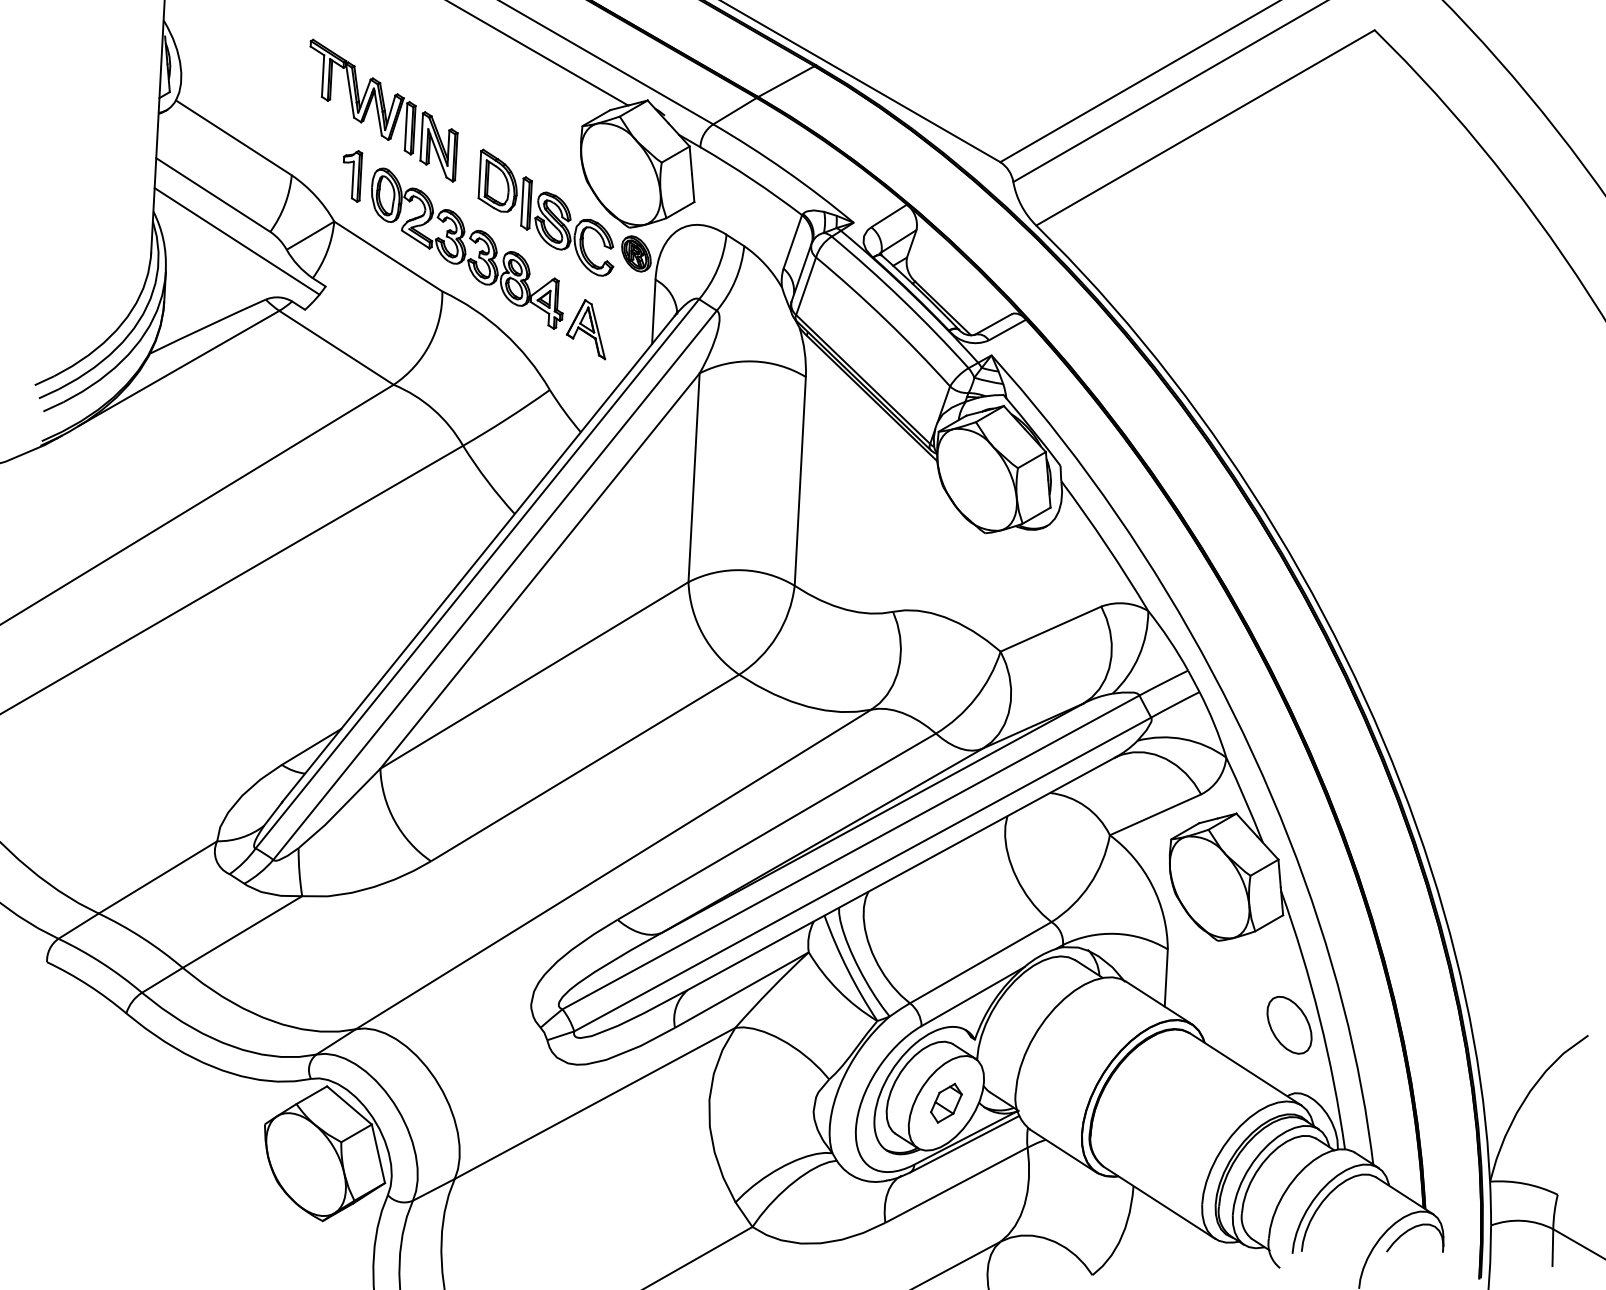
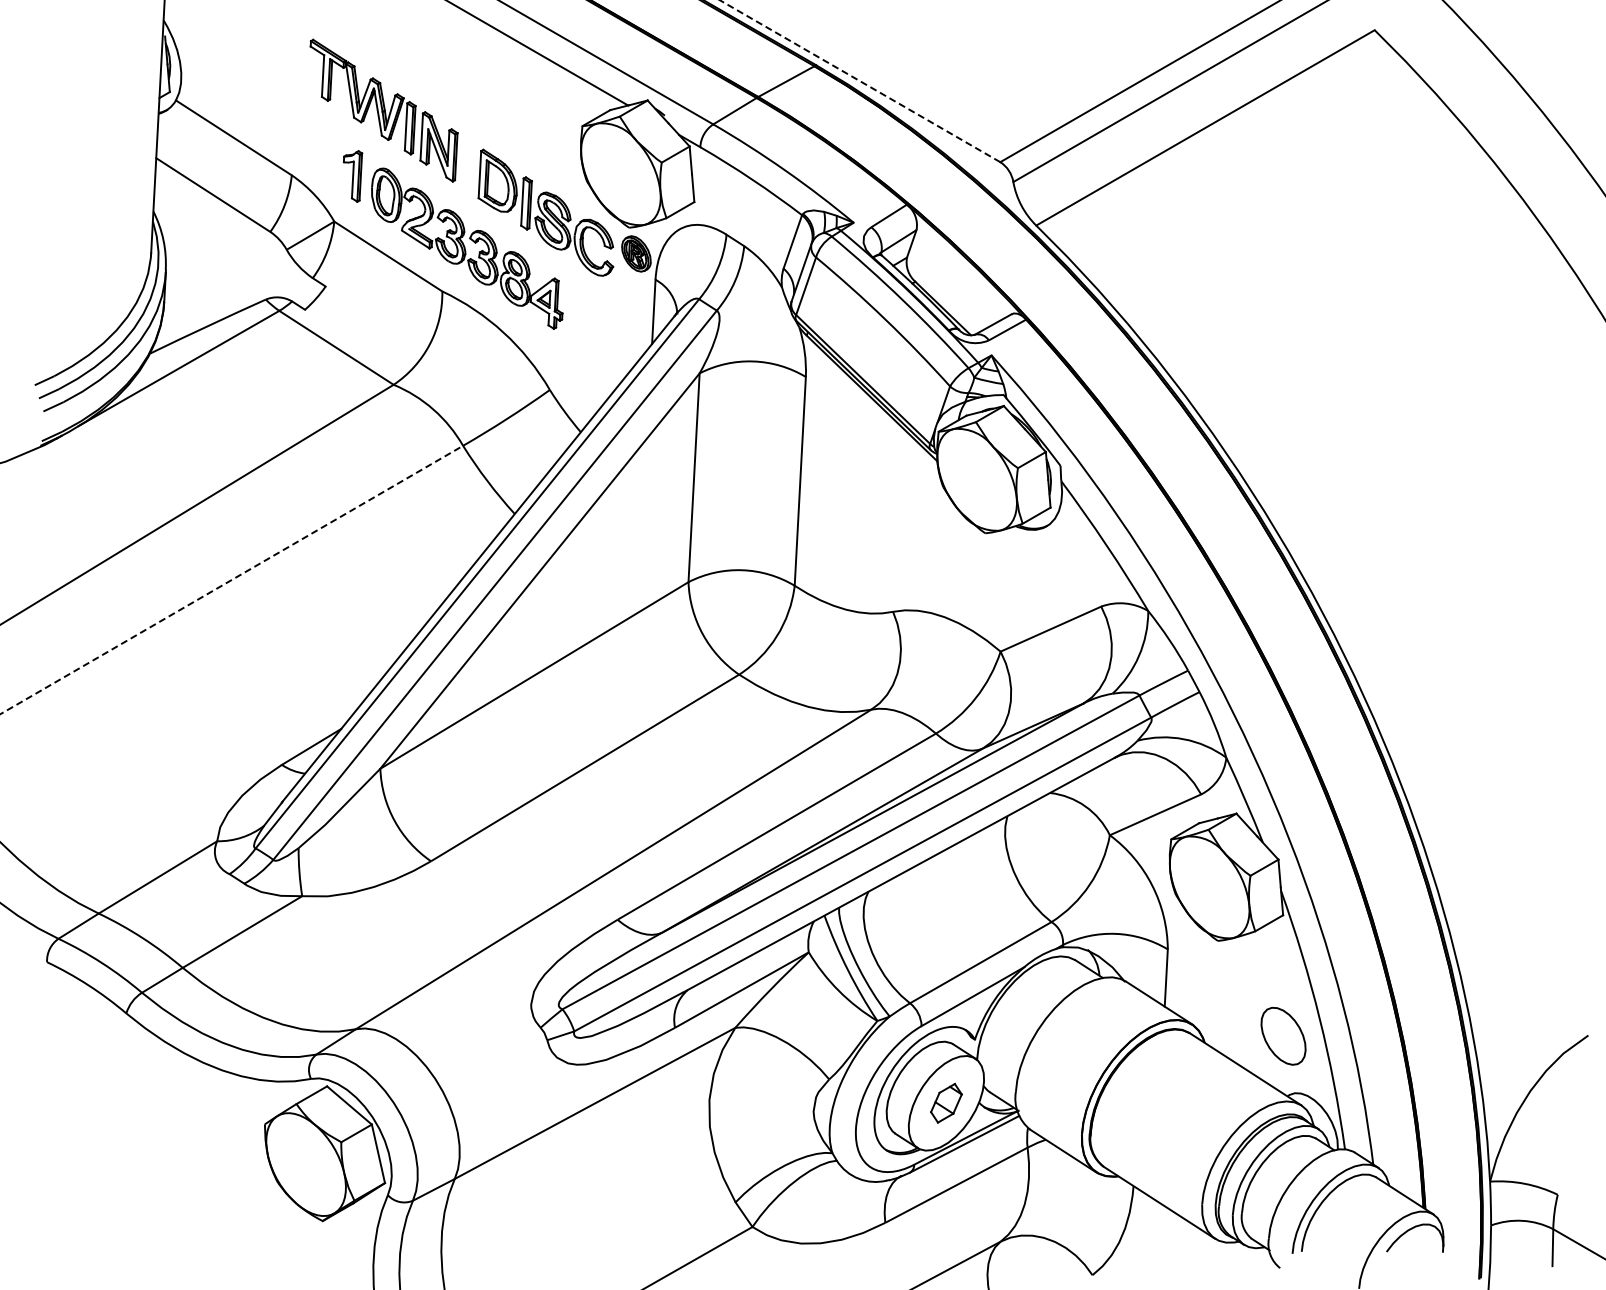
line at (860, 81): solid -> dashed
line at (236, 241): present -> none
part at (585, 329): present -> none
line at (231, 580): solid -> dashed
part at (1289, 1024) position: (1289, 1024) -> (1283, 1035)
